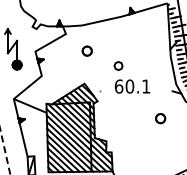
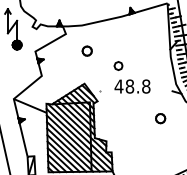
part at (13, 49) position: (13, 49) -> (13, 29)
text at (132, 86): 60.1 -> 48.8
line at (5, 151): dashed -> solid
